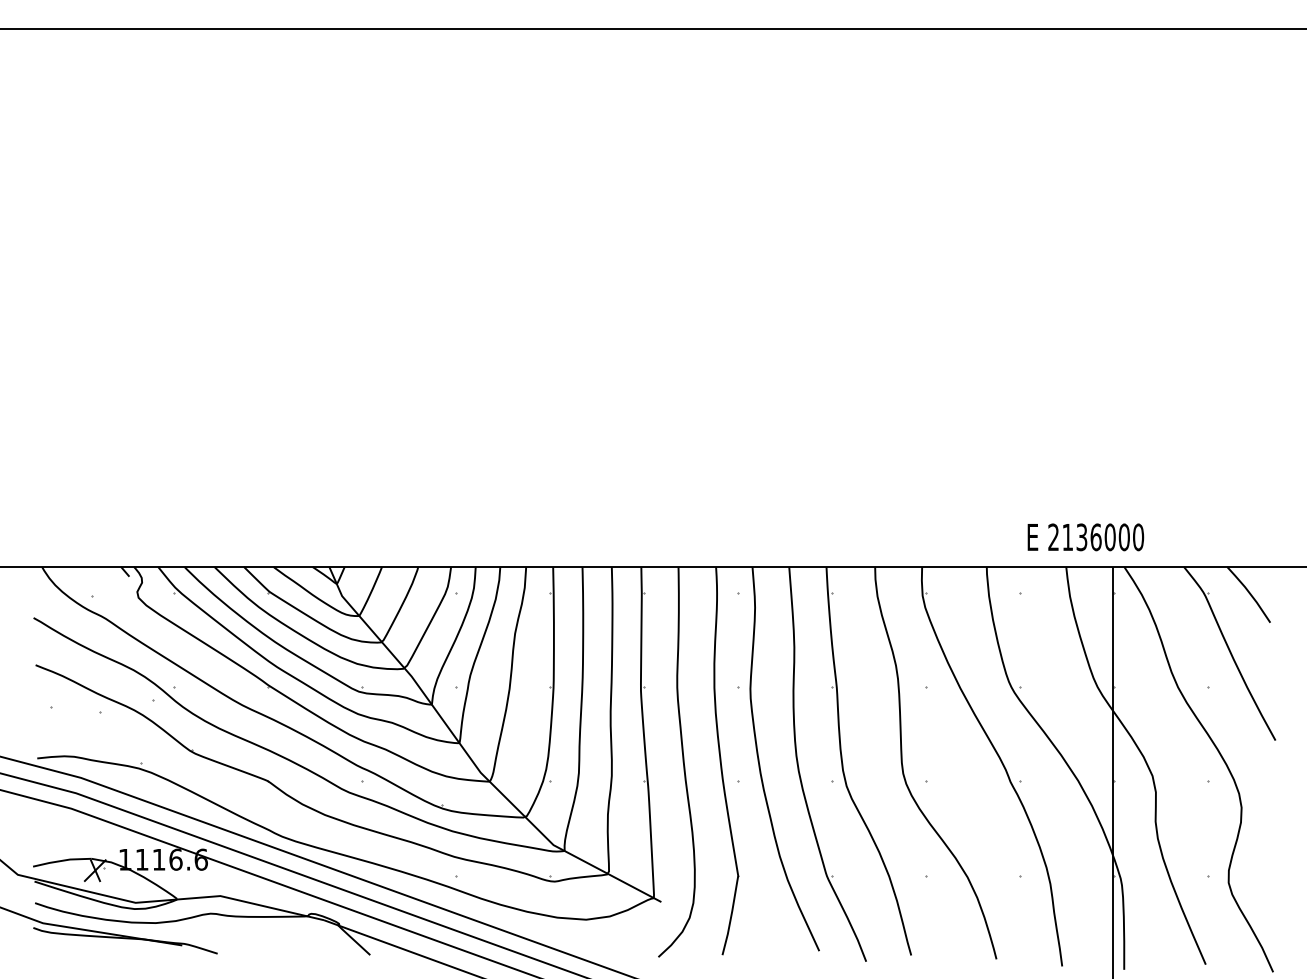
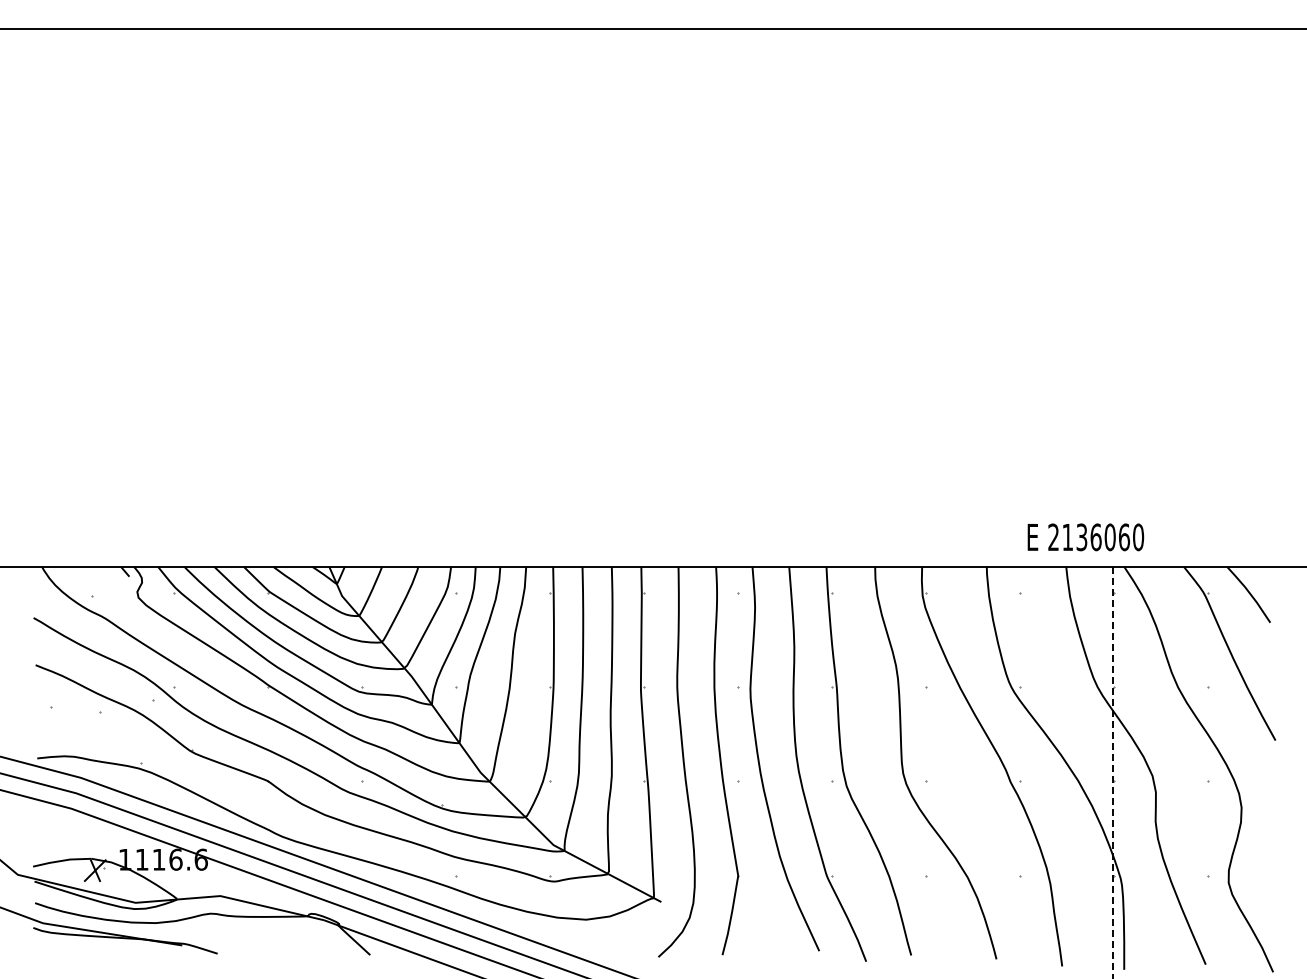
text at (1123, 536): 2136000 -> 2136060
line at (1113, 773): solid -> dashed
